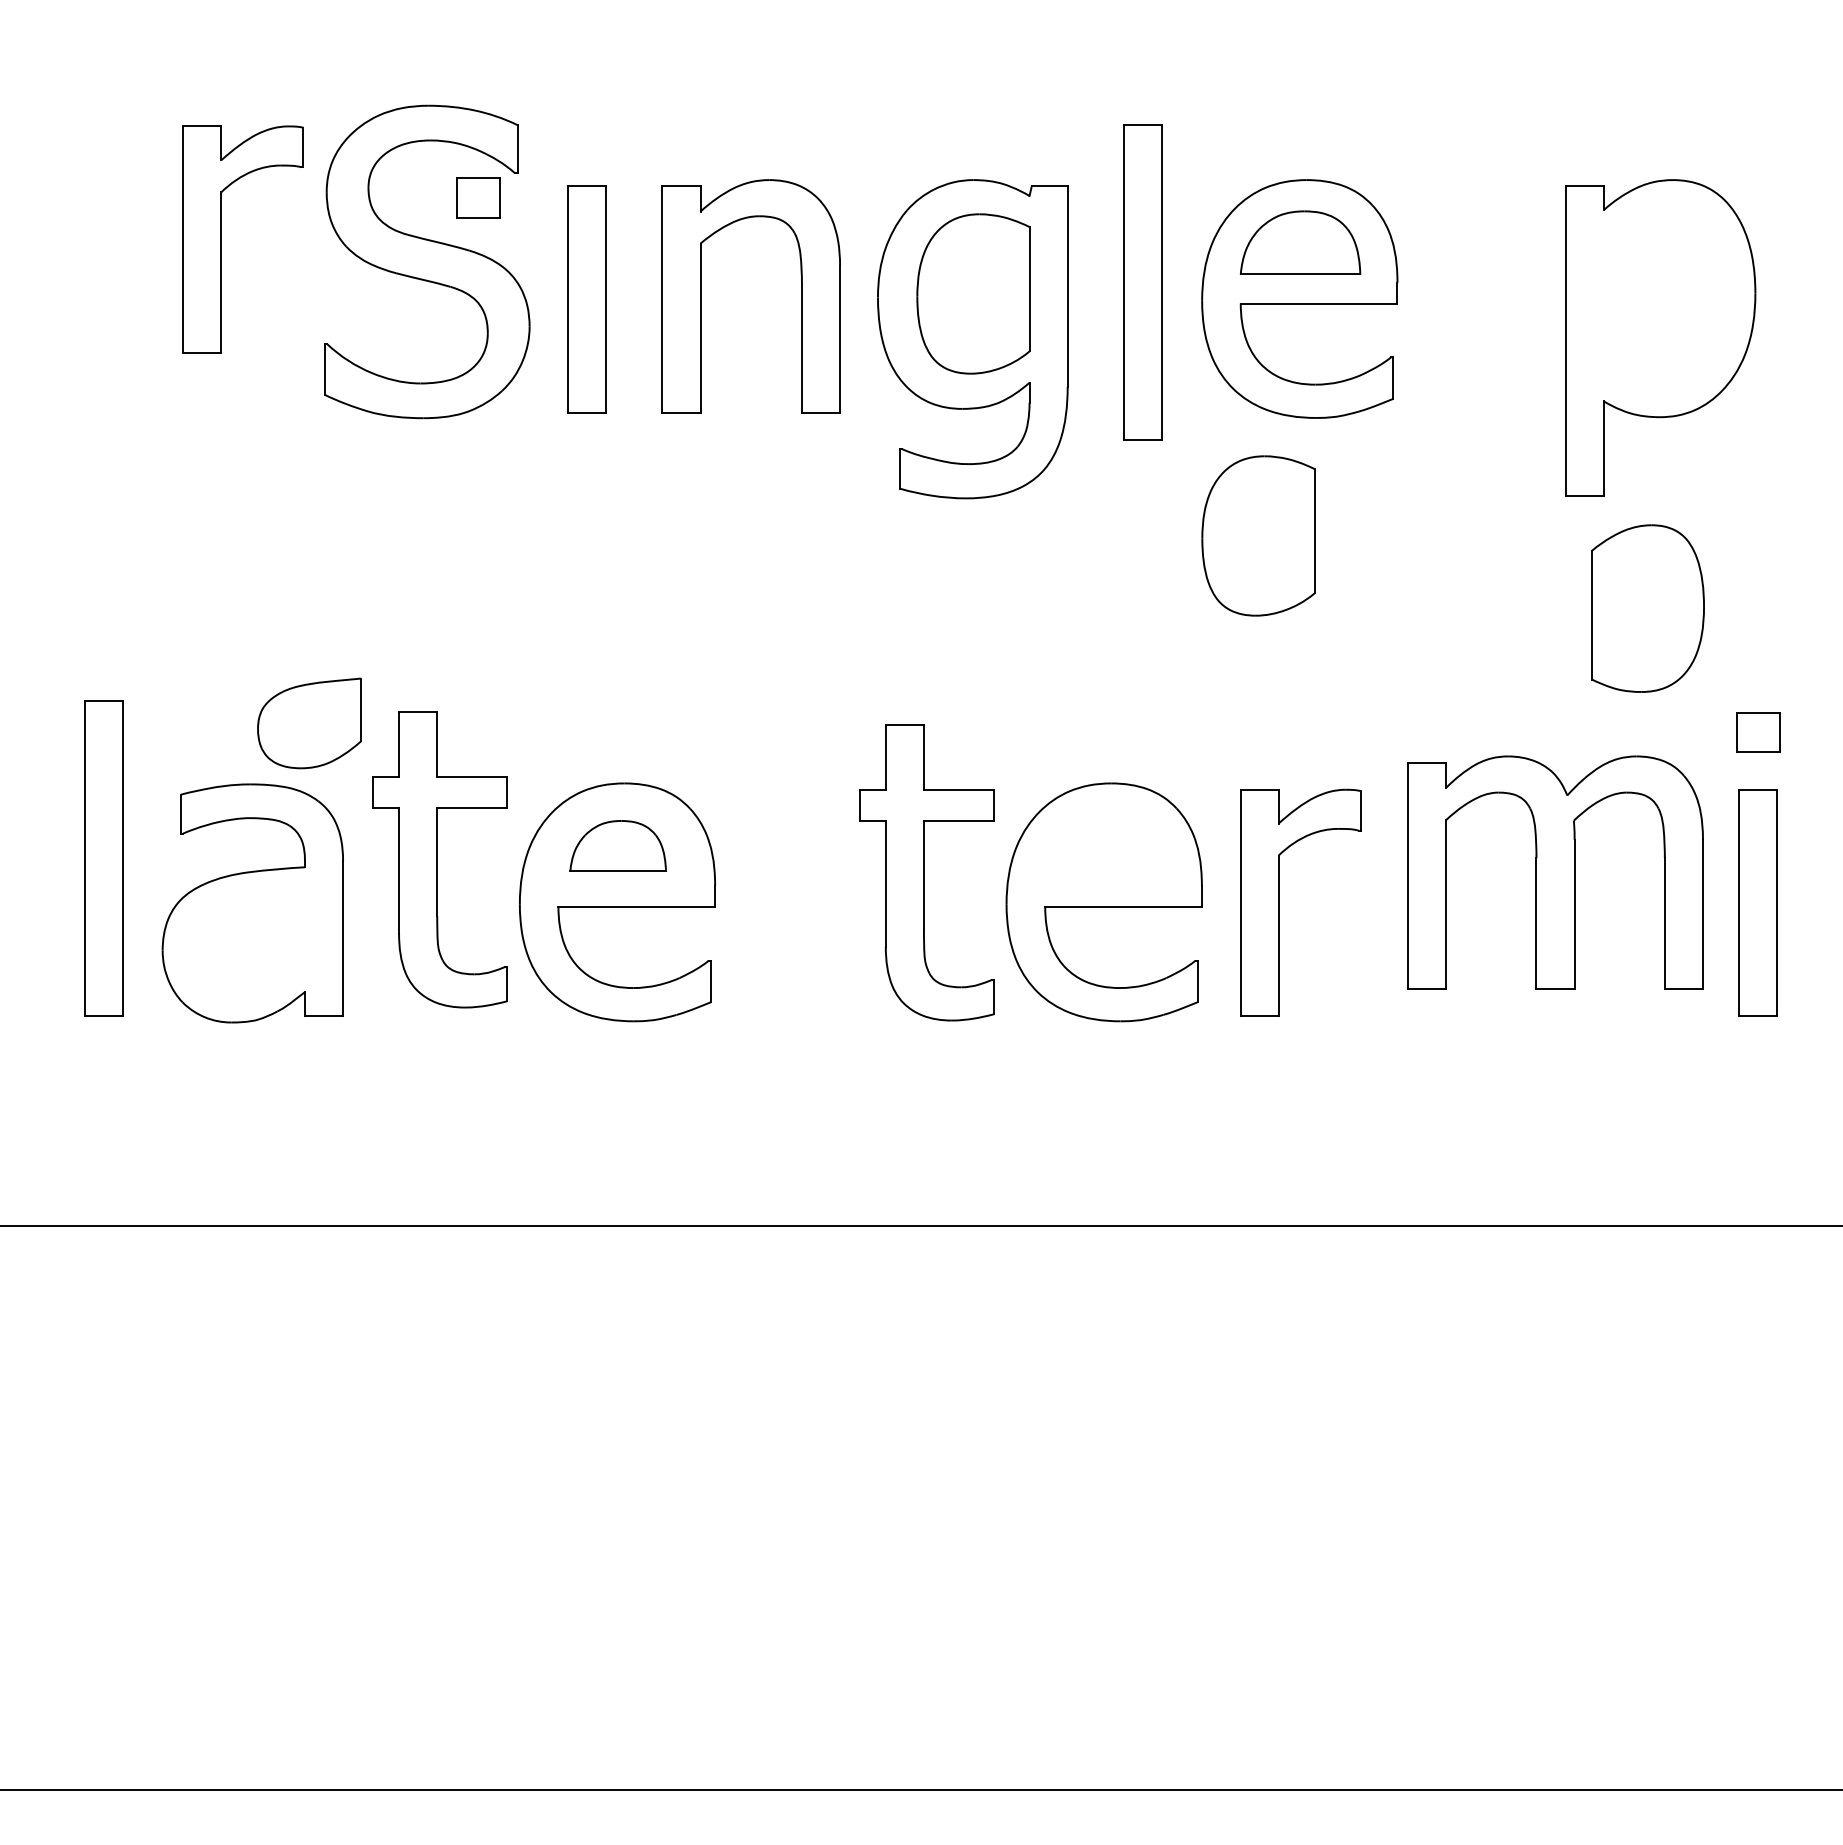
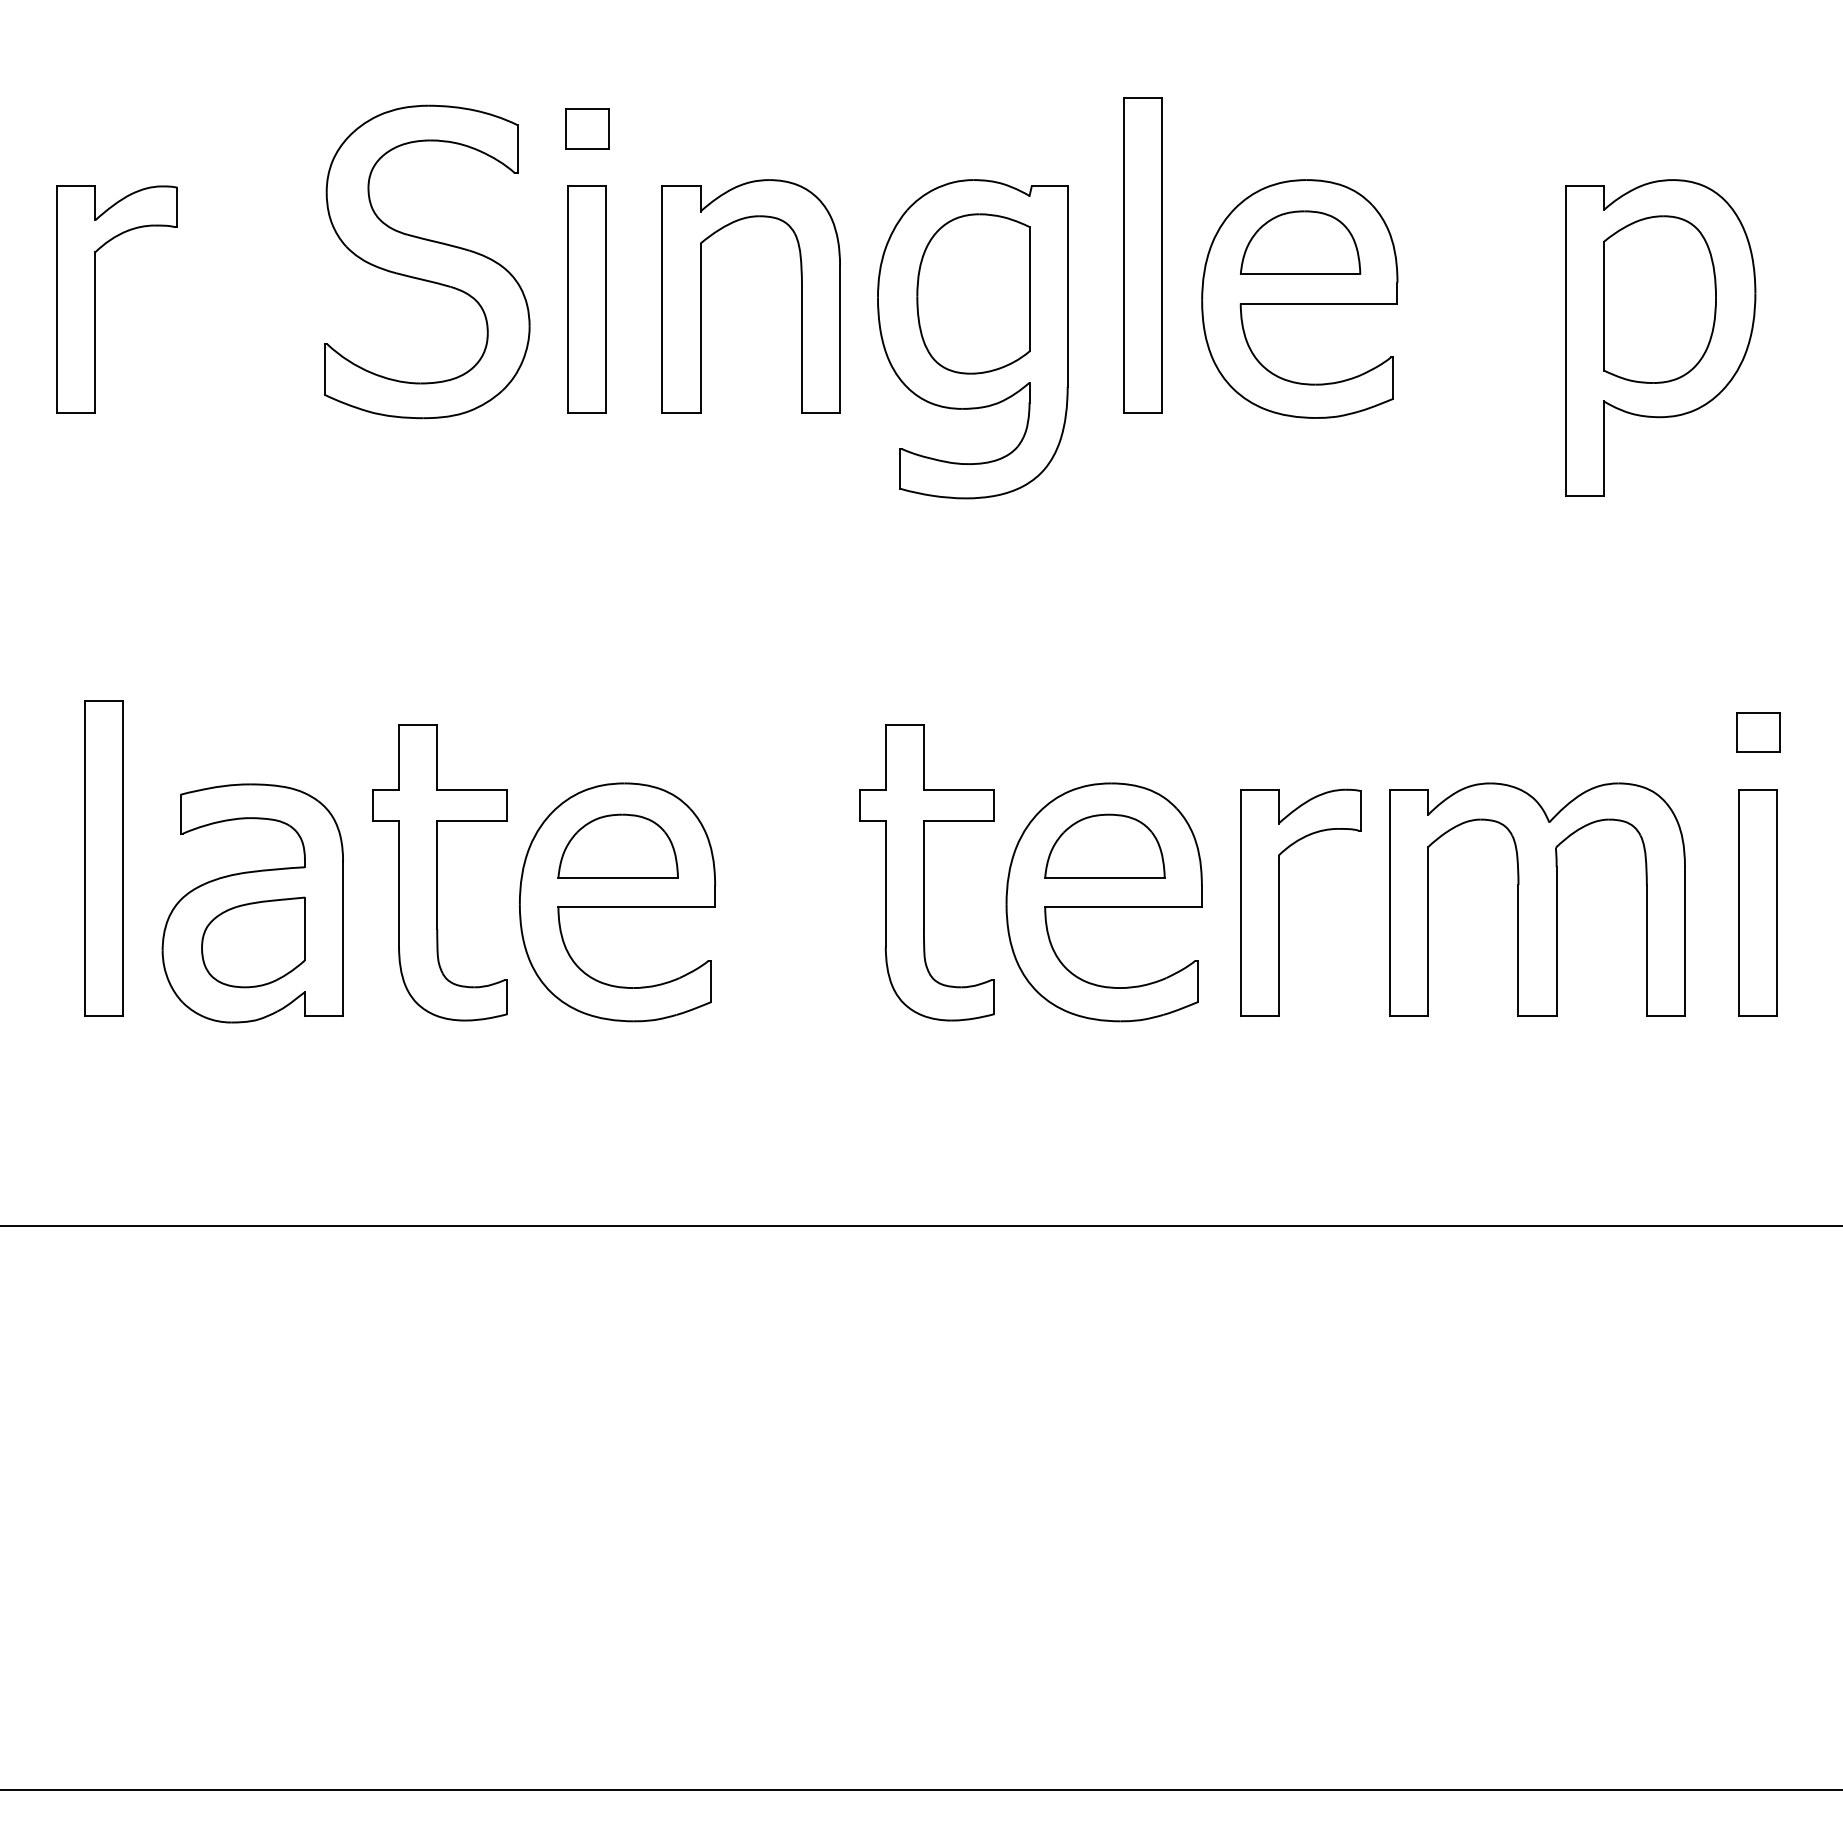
part at (478, 197) position: (478, 197) -> (587, 128)
part at (221, 239) position: (221, 239) -> (95, 299)
part at (1142, 282) position: (1142, 282) -> (1142, 255)
part at (1258, 535): present -> none
part at (1647, 608) position: (1647, 608) -> (1659, 299)
part at (309, 723) position: (309, 723) -> (253, 942)
part at (617, 845) size: 98x52 px -> 122x66 px
part at (1104, 845): none -> present
part at (439, 859) position: (439, 859) -> (439, 872)
part at (1555, 872) position: (1555, 872) -> (1537, 899)
